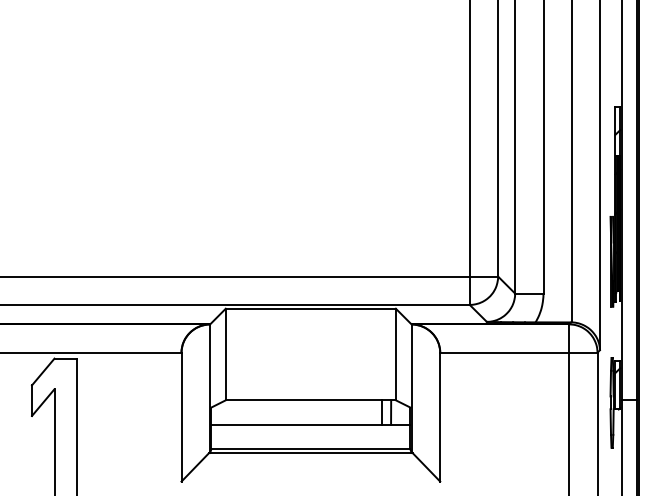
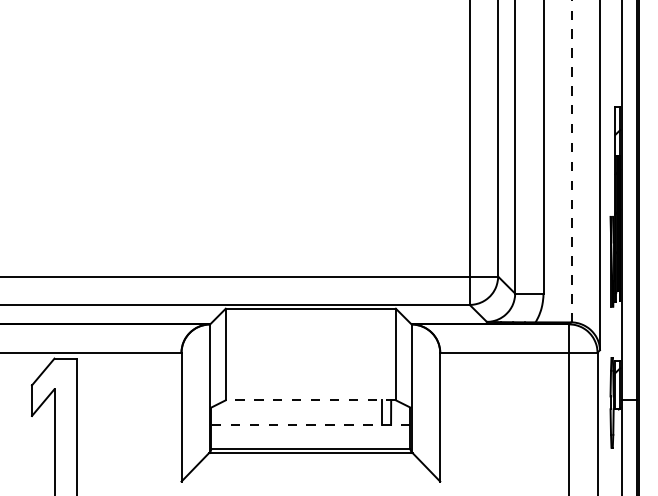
line at (571, 161): solid -> dashed
line at (310, 400): solid -> dashed
line at (310, 424): solid -> dashed
